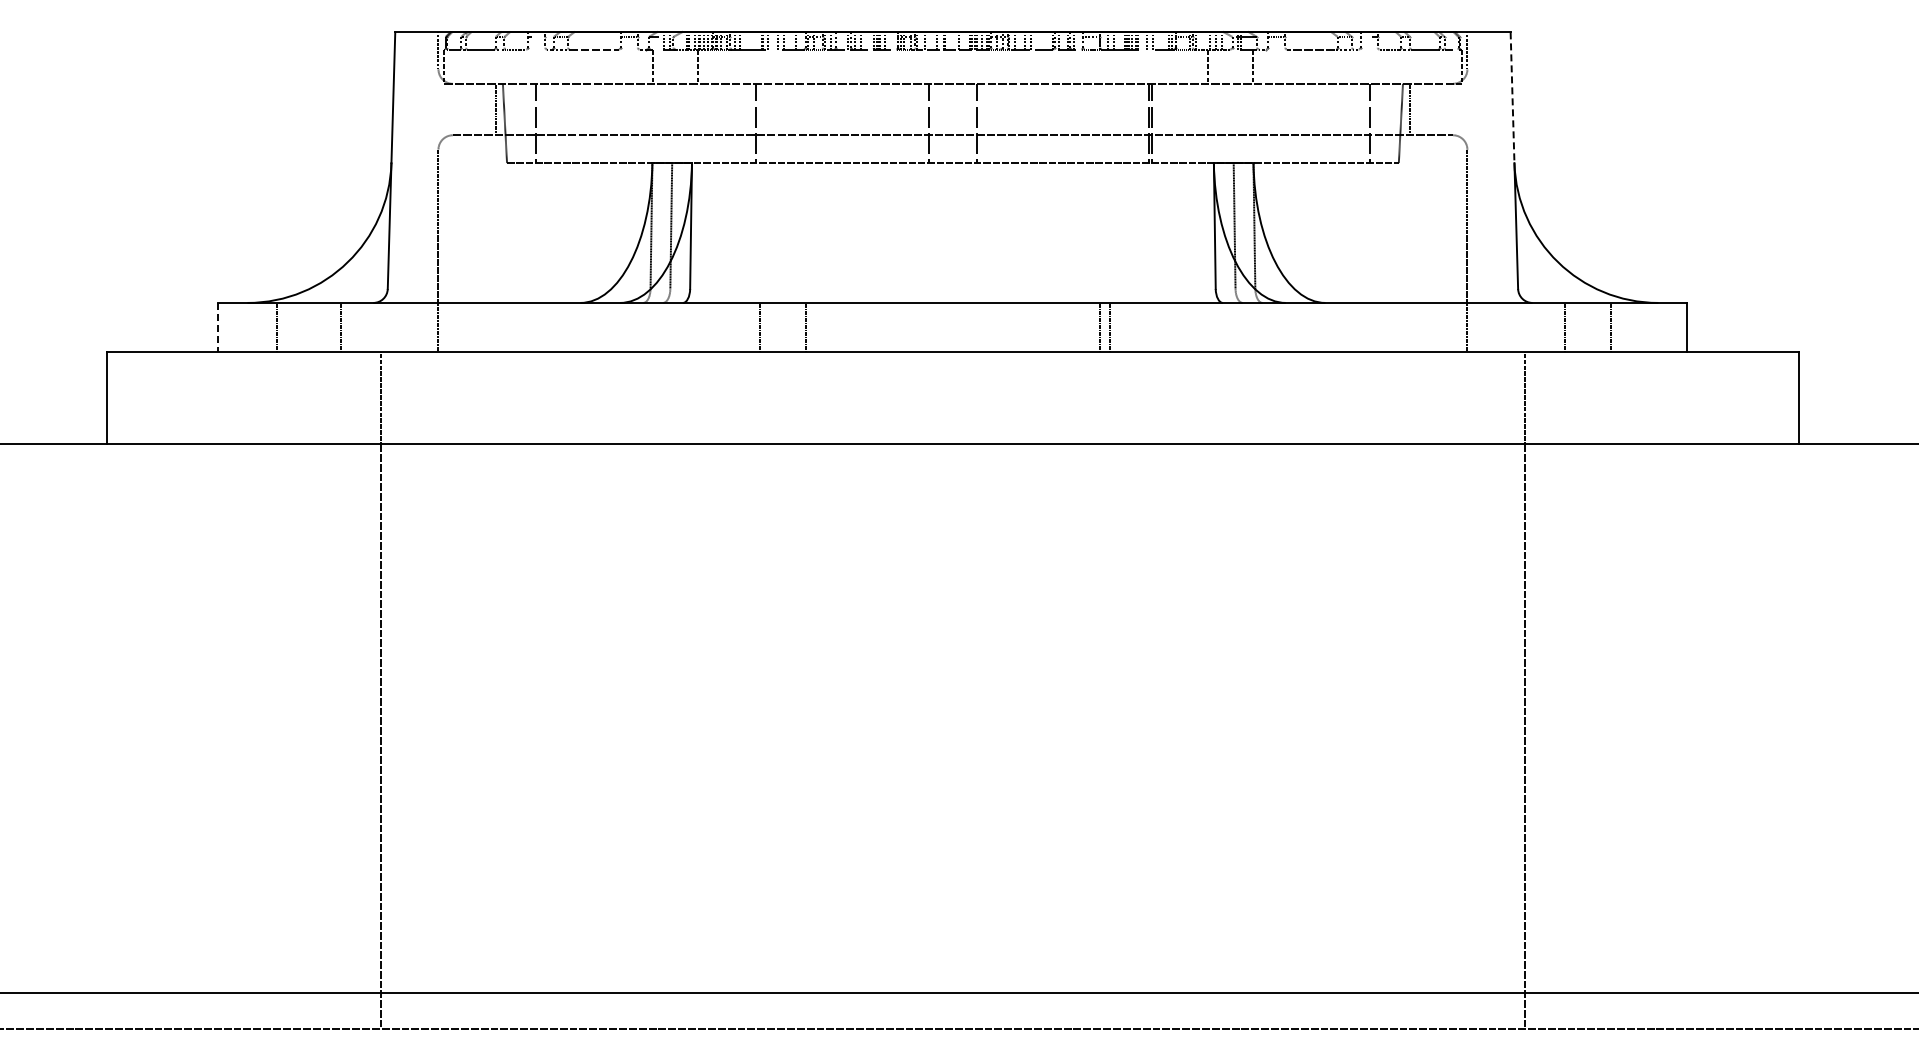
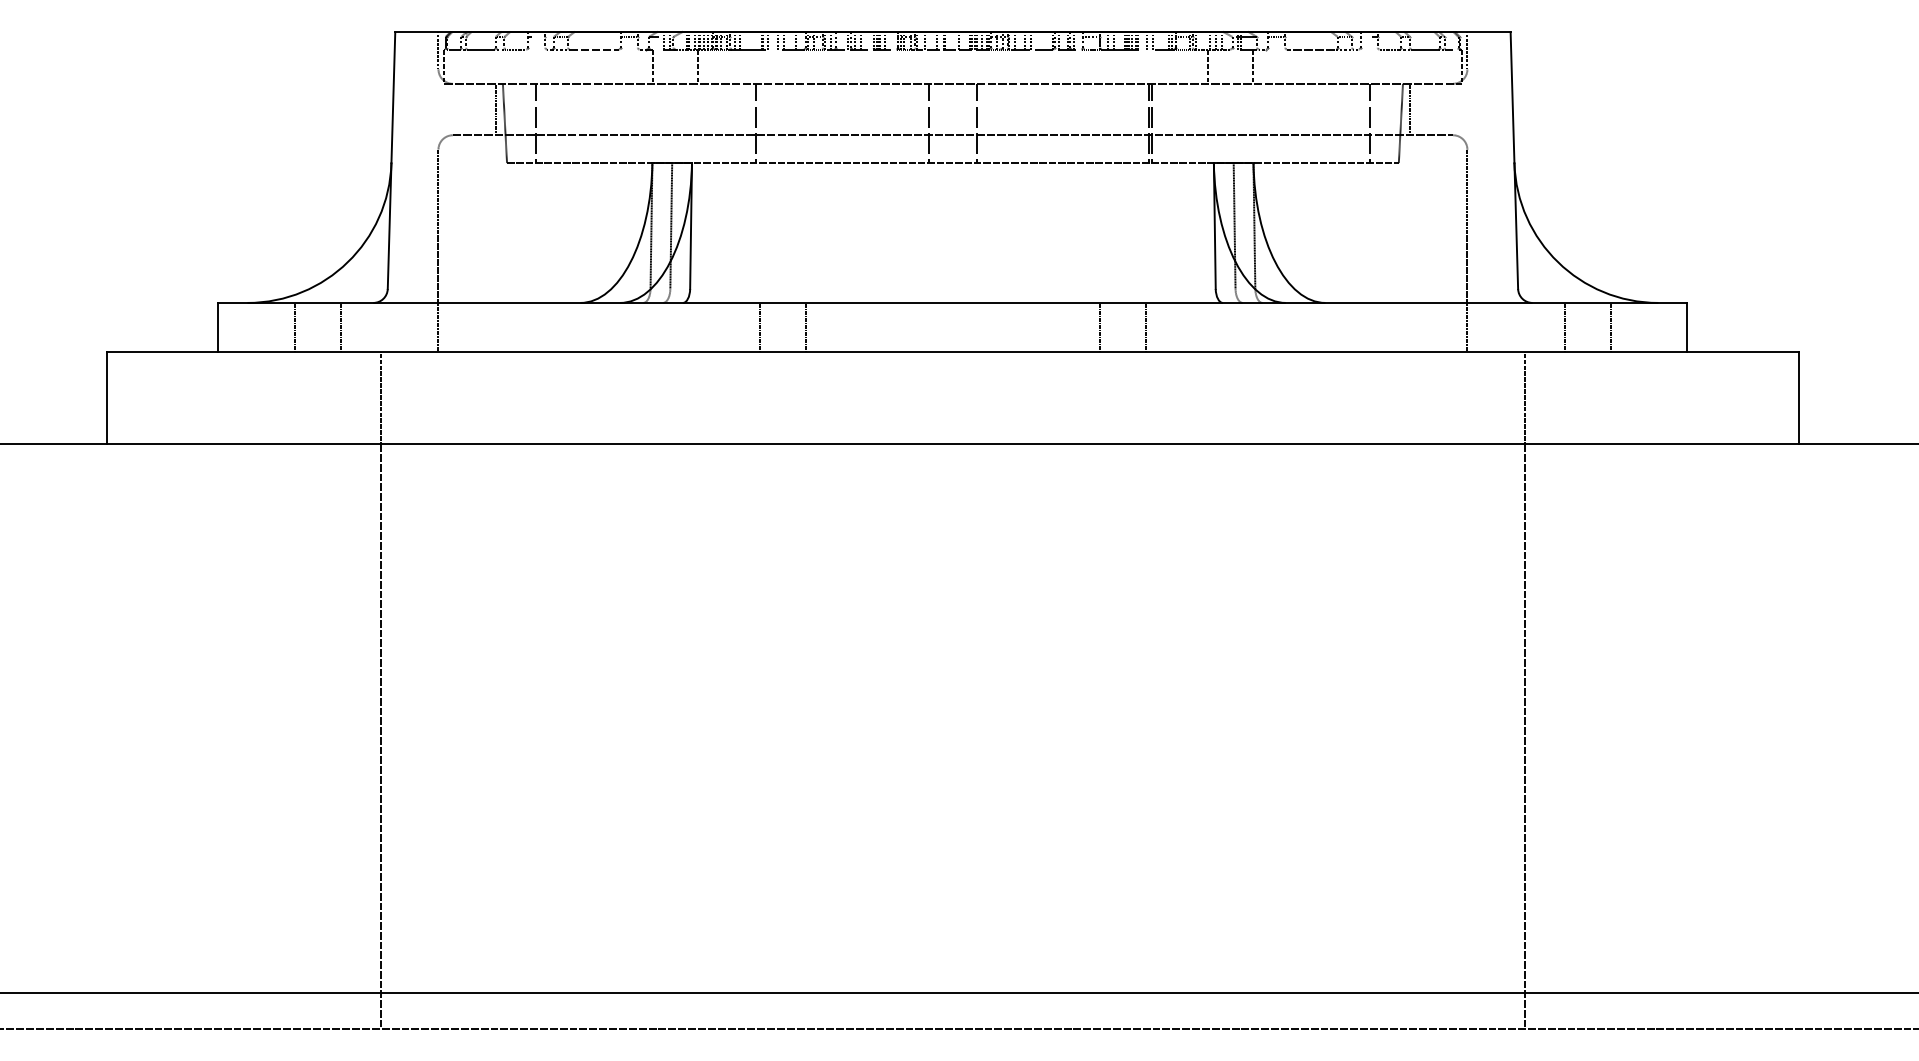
line at (1512, 98): dashed -> solid
line at (218, 327): dashed -> solid
line at (277, 327) position: (277, 327) -> (295, 327)
line at (1109, 327) position: (1109, 327) -> (1145, 327)
